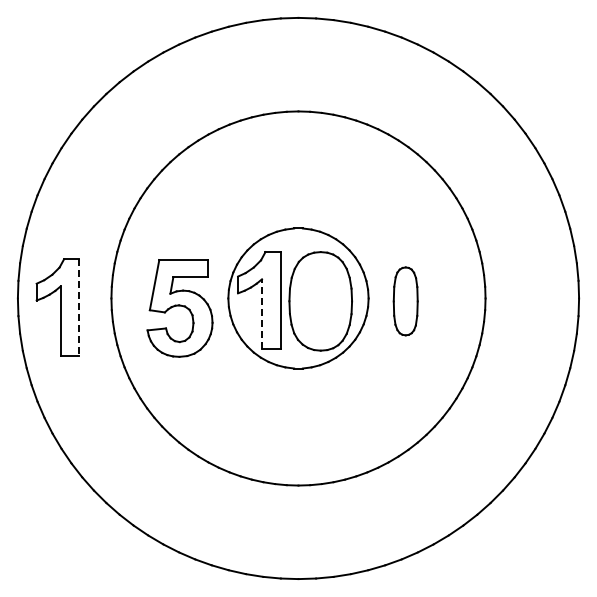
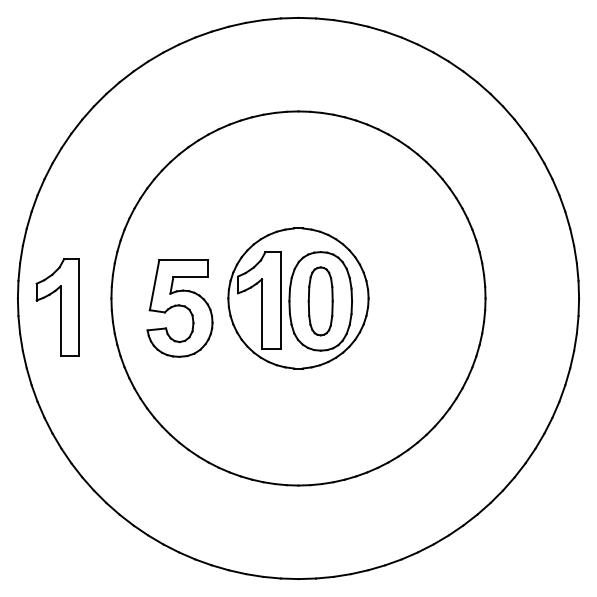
part at (405, 301) position: (405, 301) -> (320, 301)
line at (79, 308): dashed -> solid
line at (262, 314): dashed -> solid
